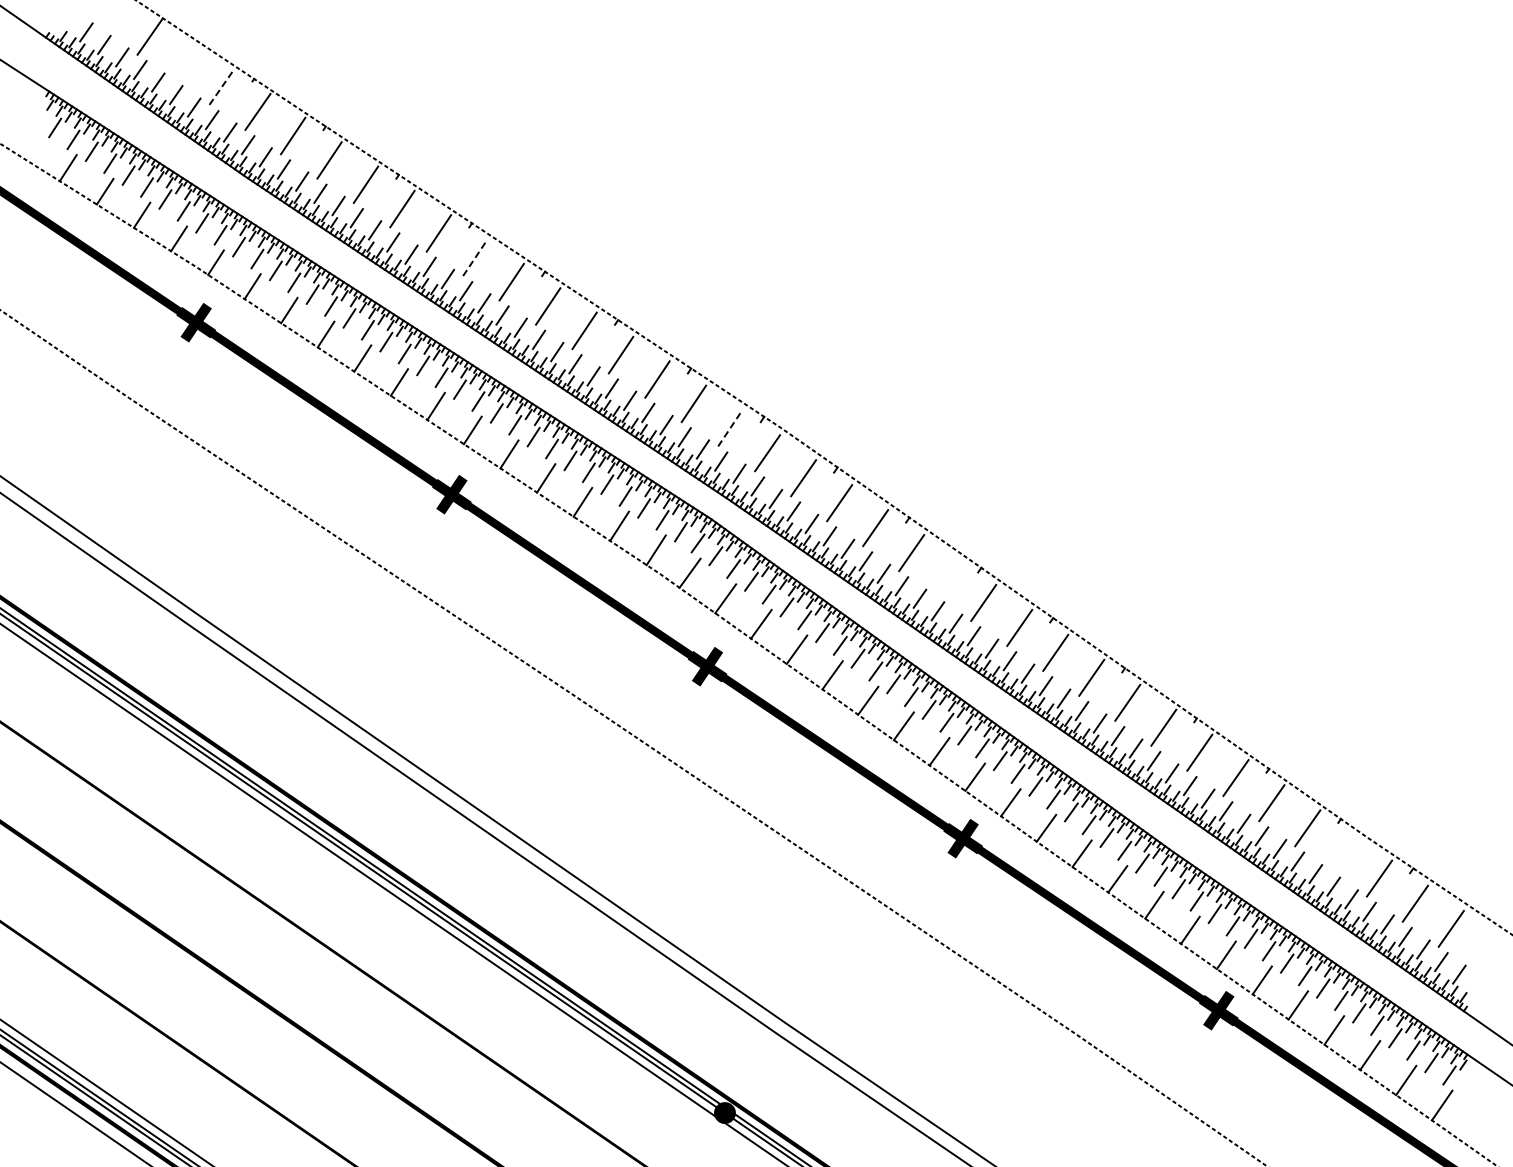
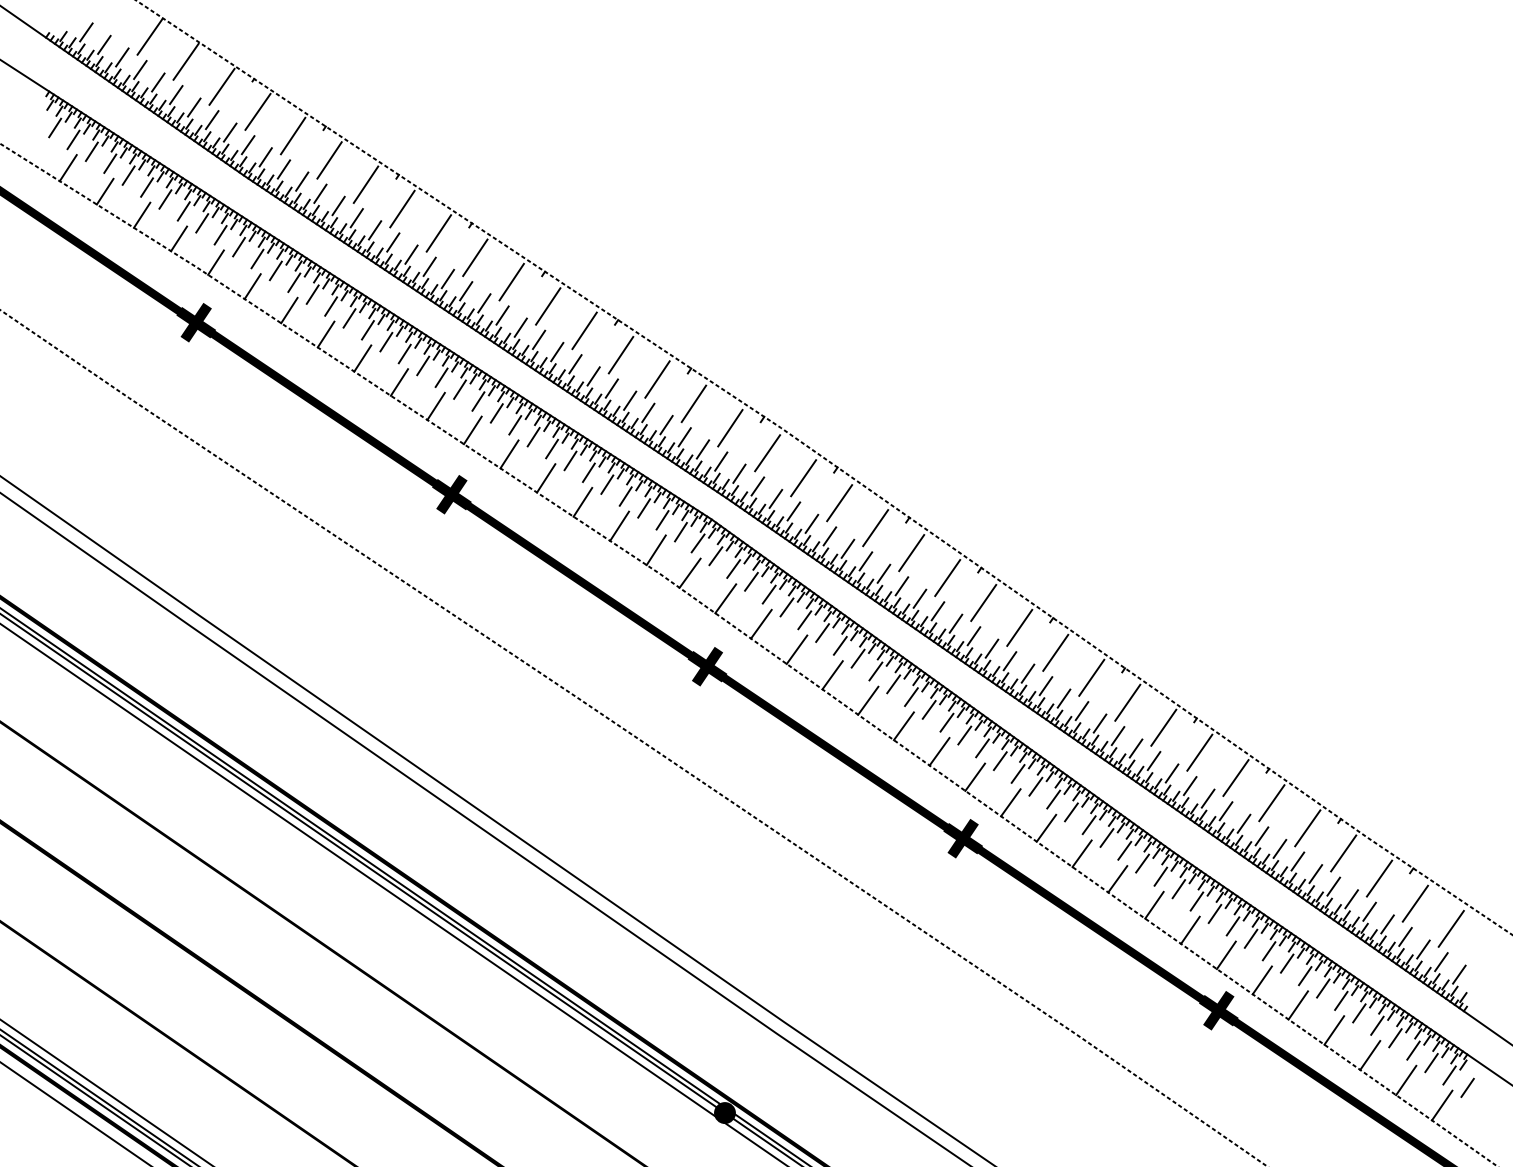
line at (185, 61): none -> present
line at (222, 86): dashed -> solid
line at (475, 257): dashed -> solid
line at (730, 428): dashed -> solid
line at (947, 578): none -> present
line at (1343, 853): none -> present
line at (1467, 1087): none -> present
